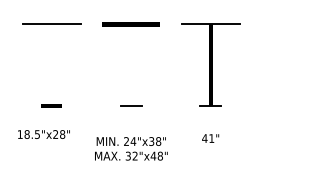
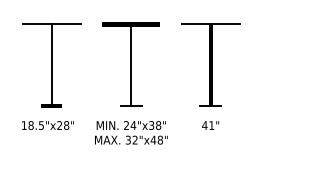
line at (51, 64): none -> present
line at (131, 64): none -> present
text at (43, 134) position: (43, 134) -> (47, 125)
text at (210, 138) position: (210, 138) -> (210, 125)
text at (131, 148) position: (131, 148) -> (131, 132)
